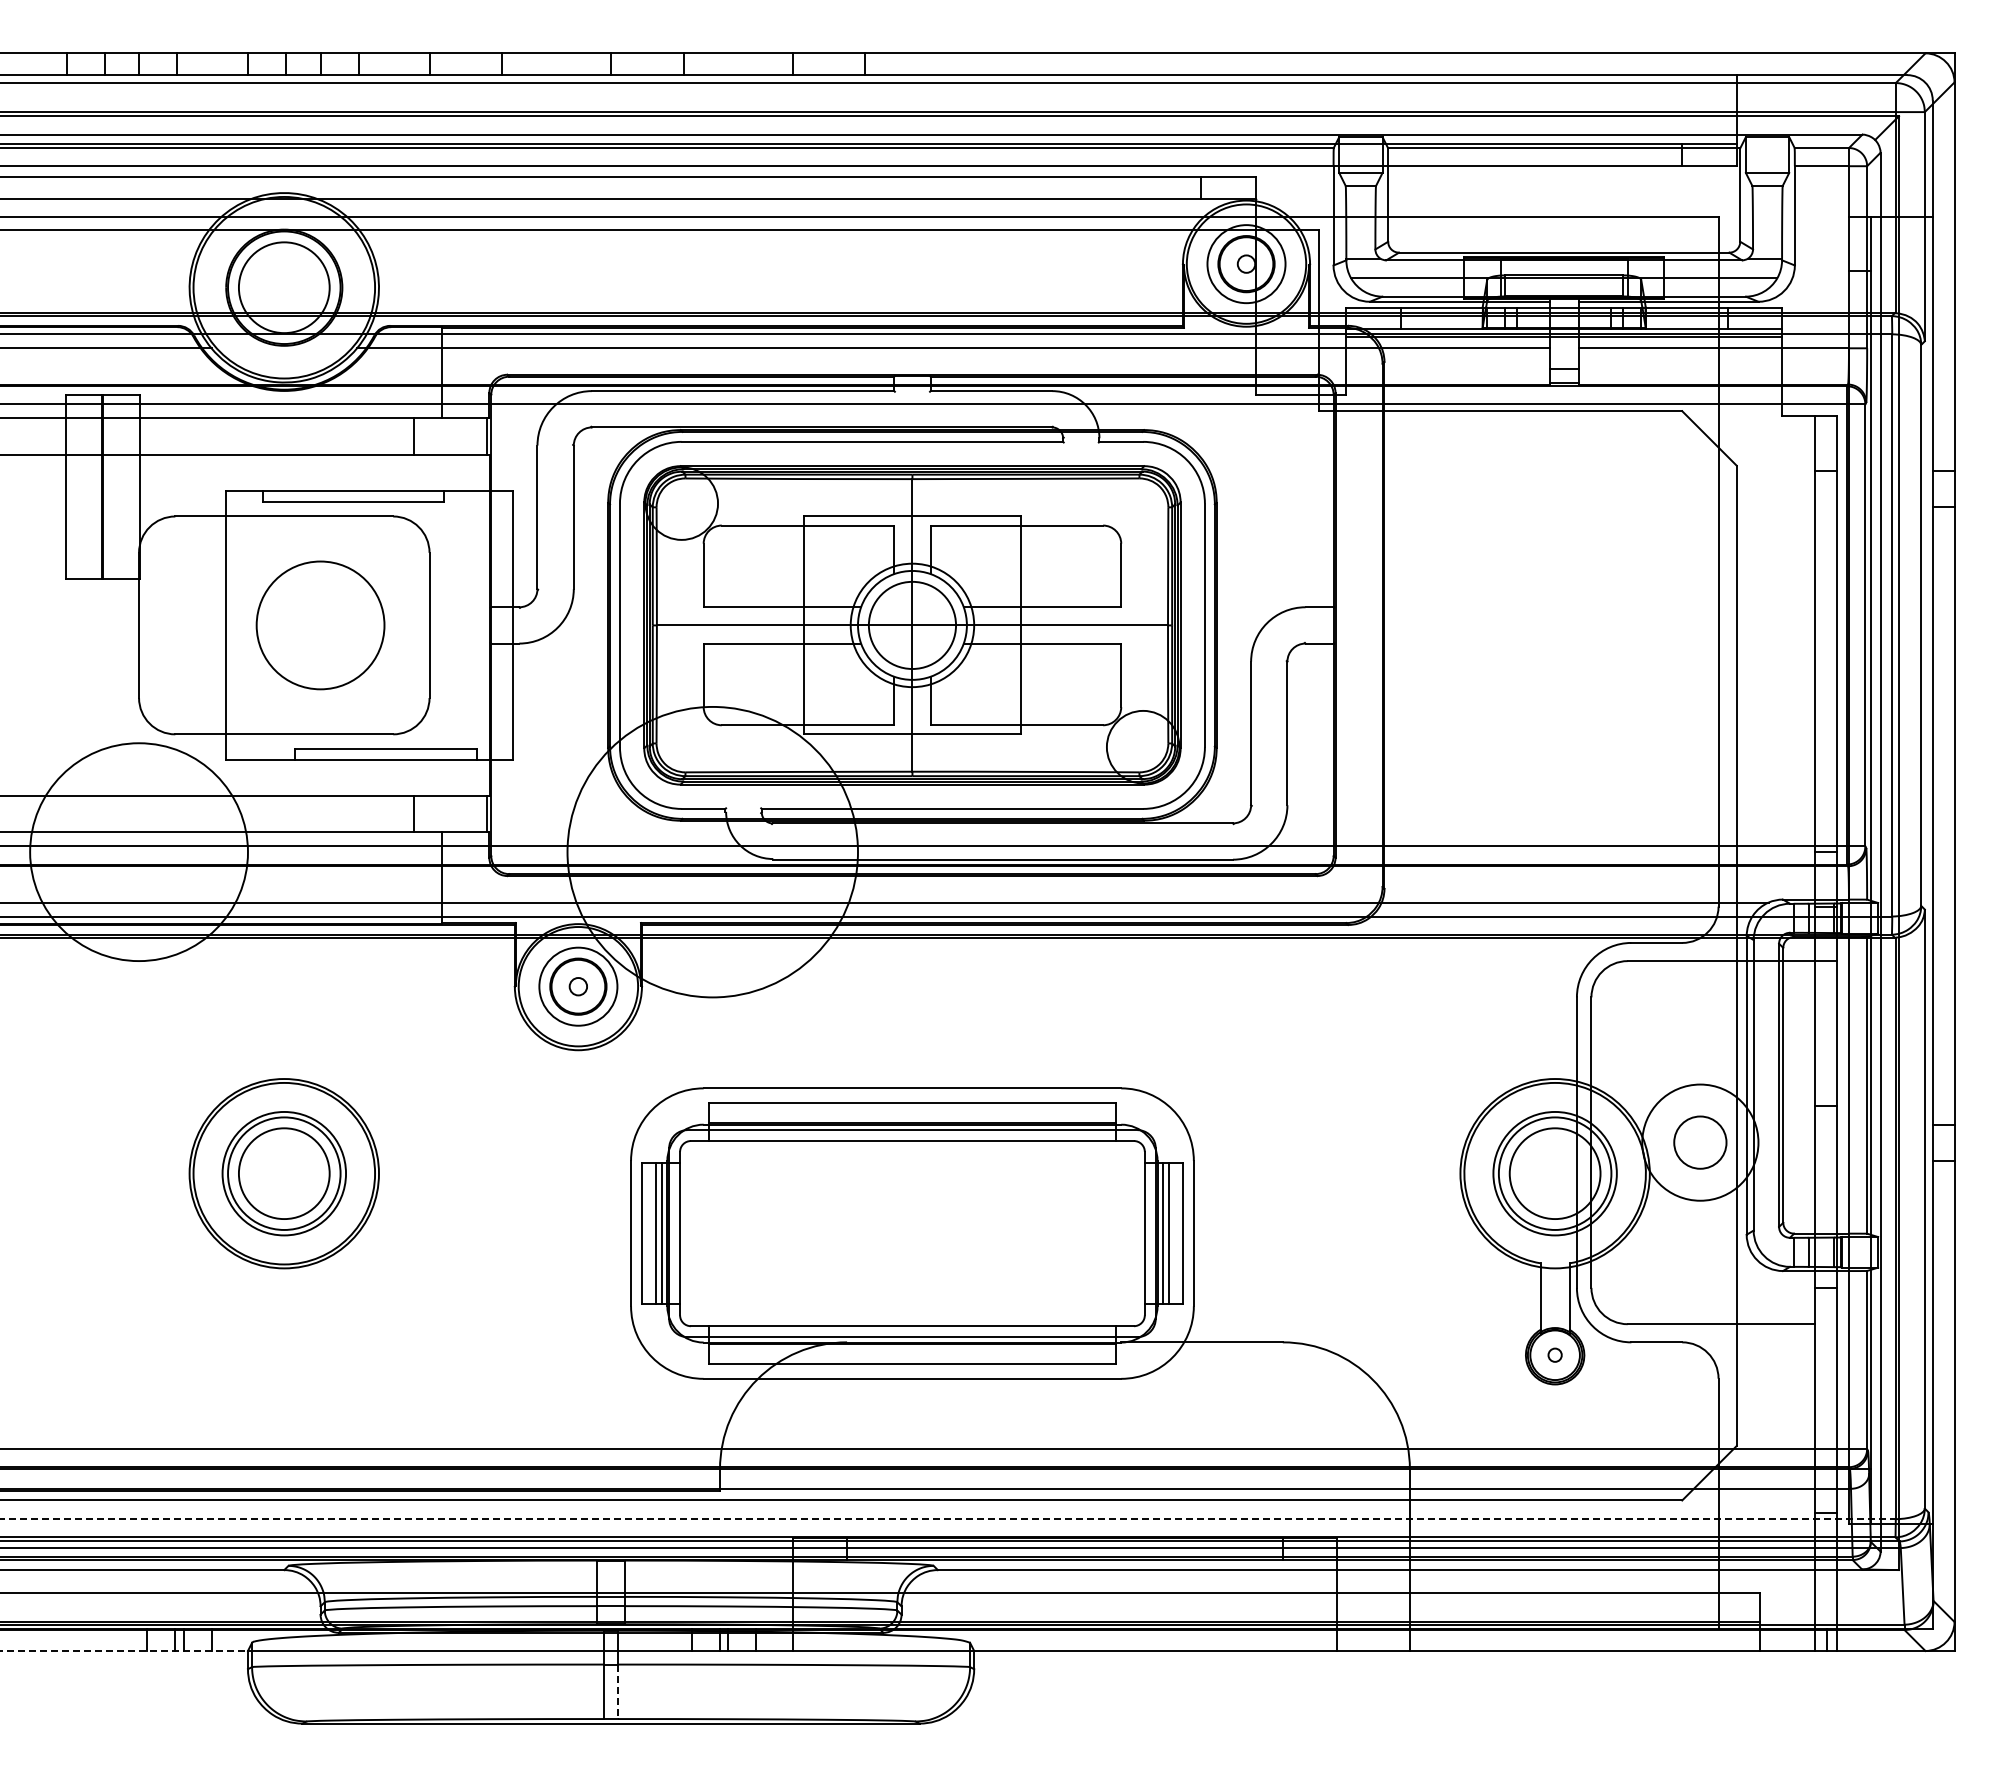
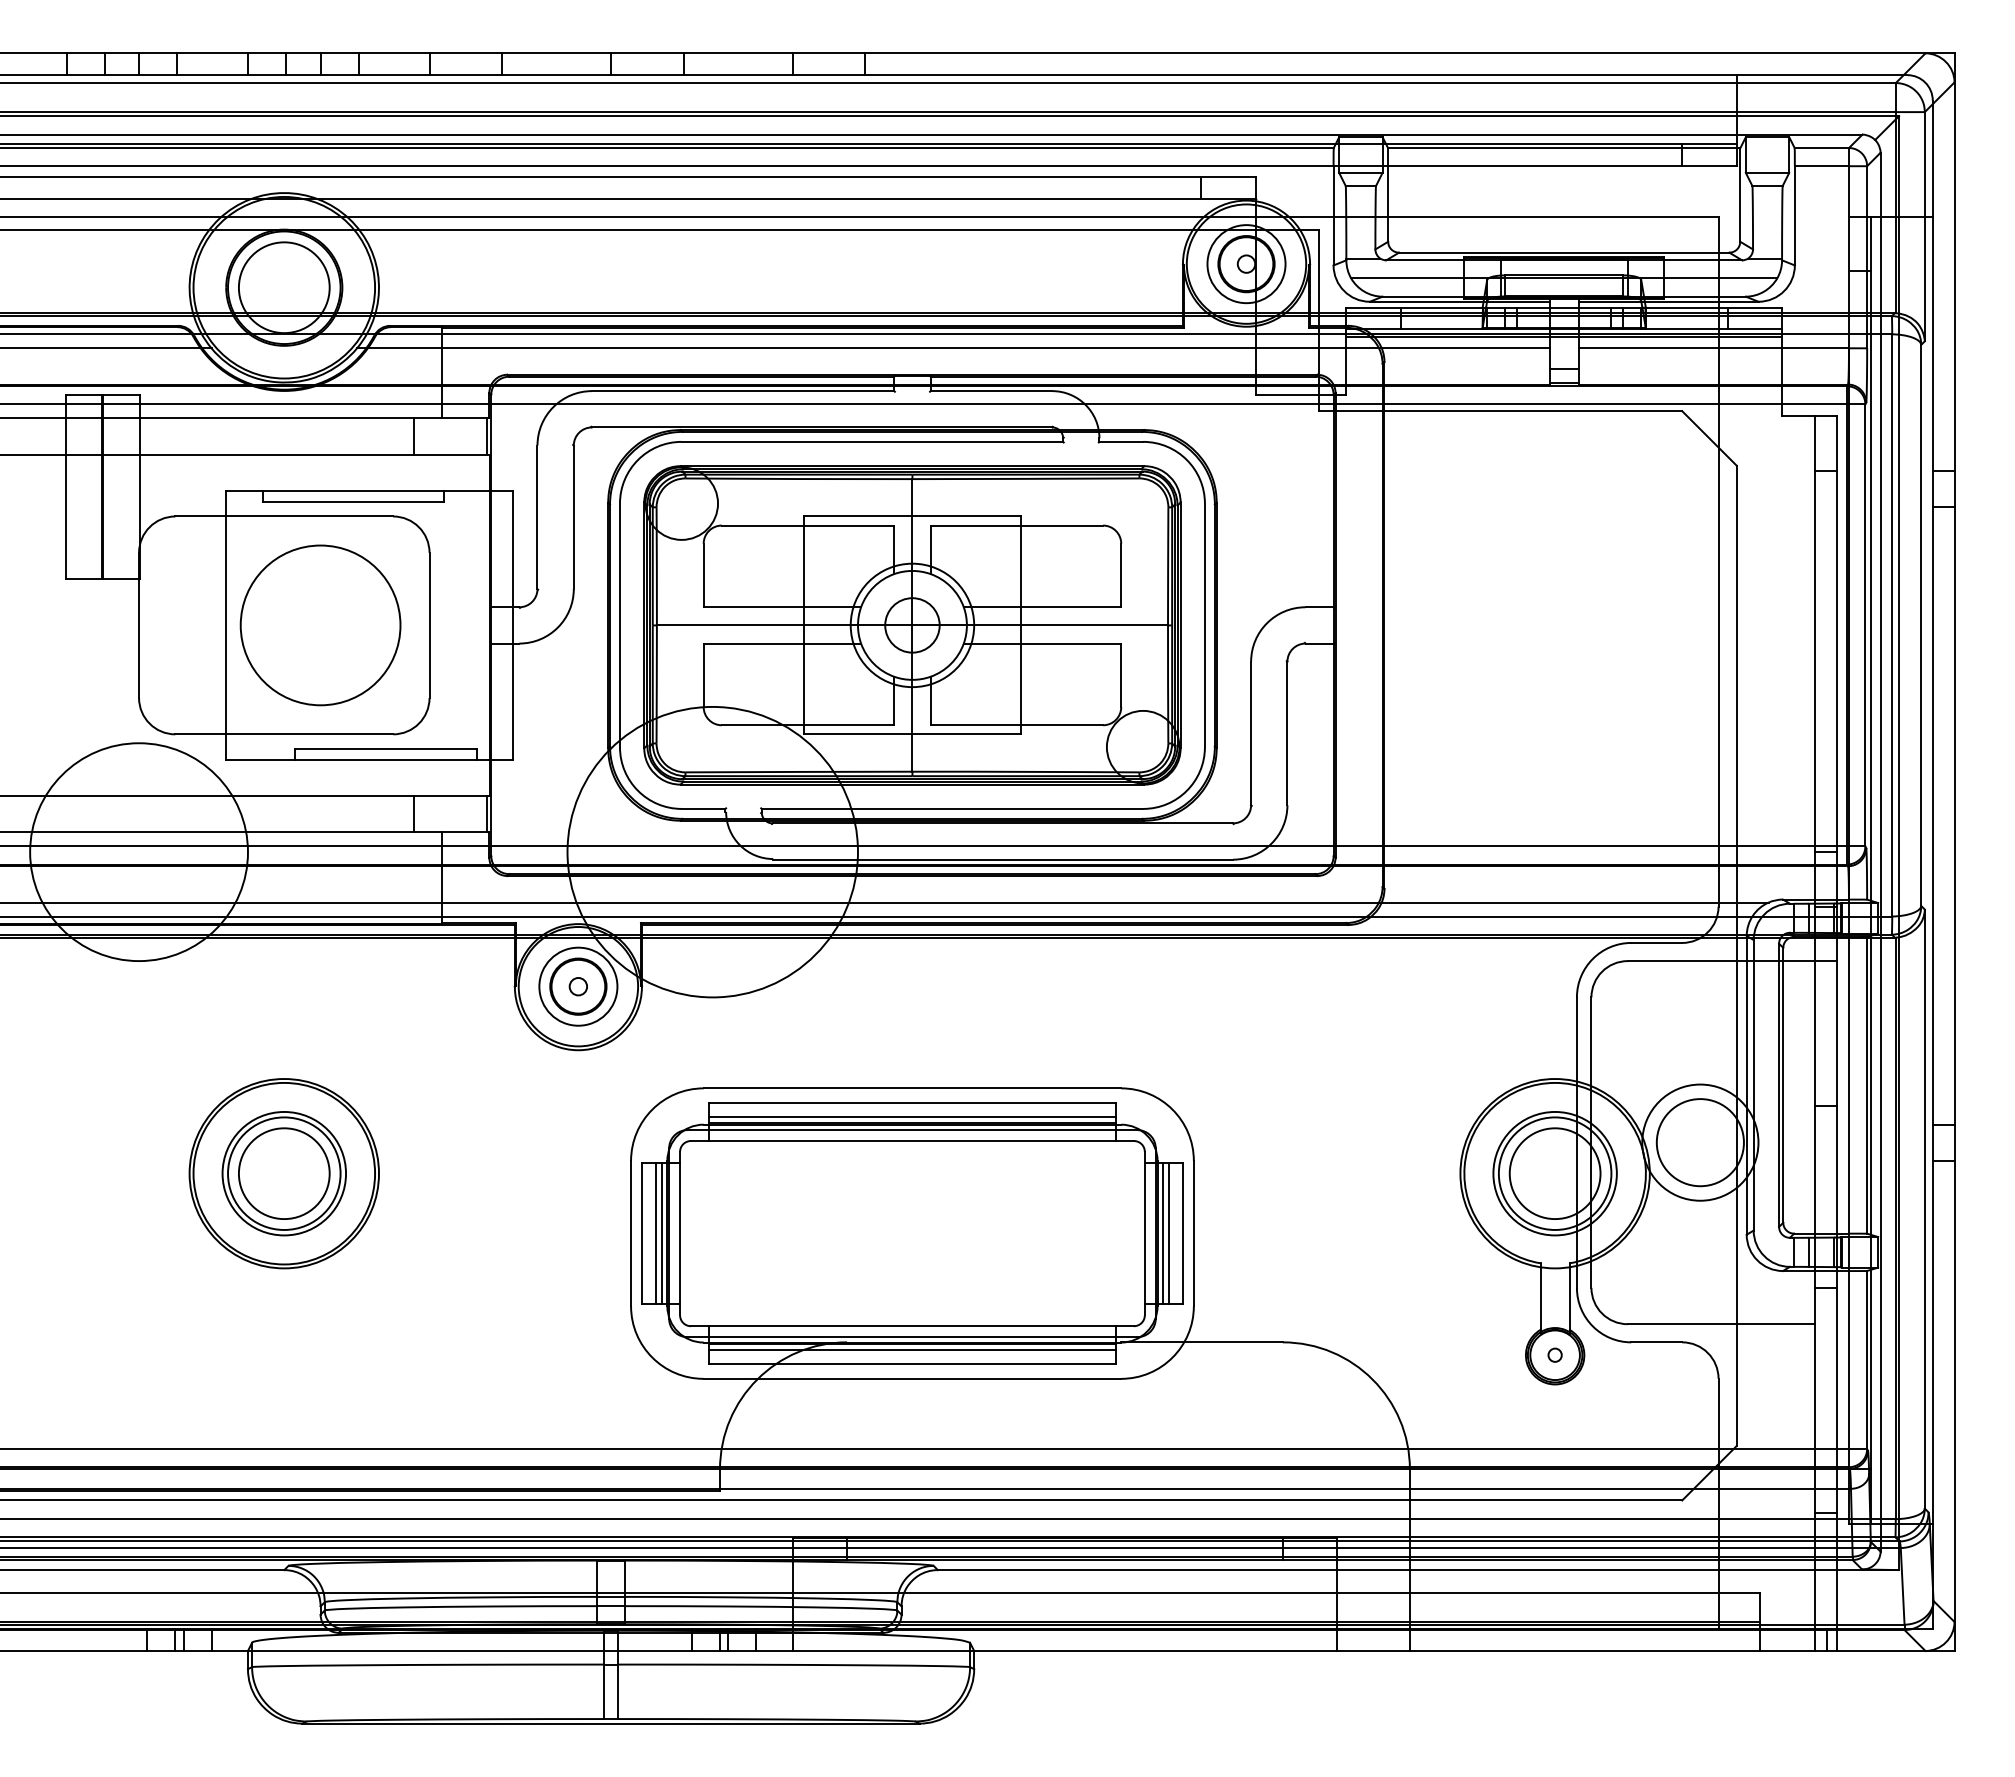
circle at (320, 625) size: 131x131 px -> 163x163 px
circle at (912, 625) diameter: 87 px -> 54 px
line at (912, 1117): none -> present
circle at (1700, 1142) diameter: 52 px -> 87 px
line at (912, 1349): none -> present
line at (949, 1519): dashed -> solid
line at (124, 1650): dashed -> solid
line at (617, 1692): dashed -> solid
